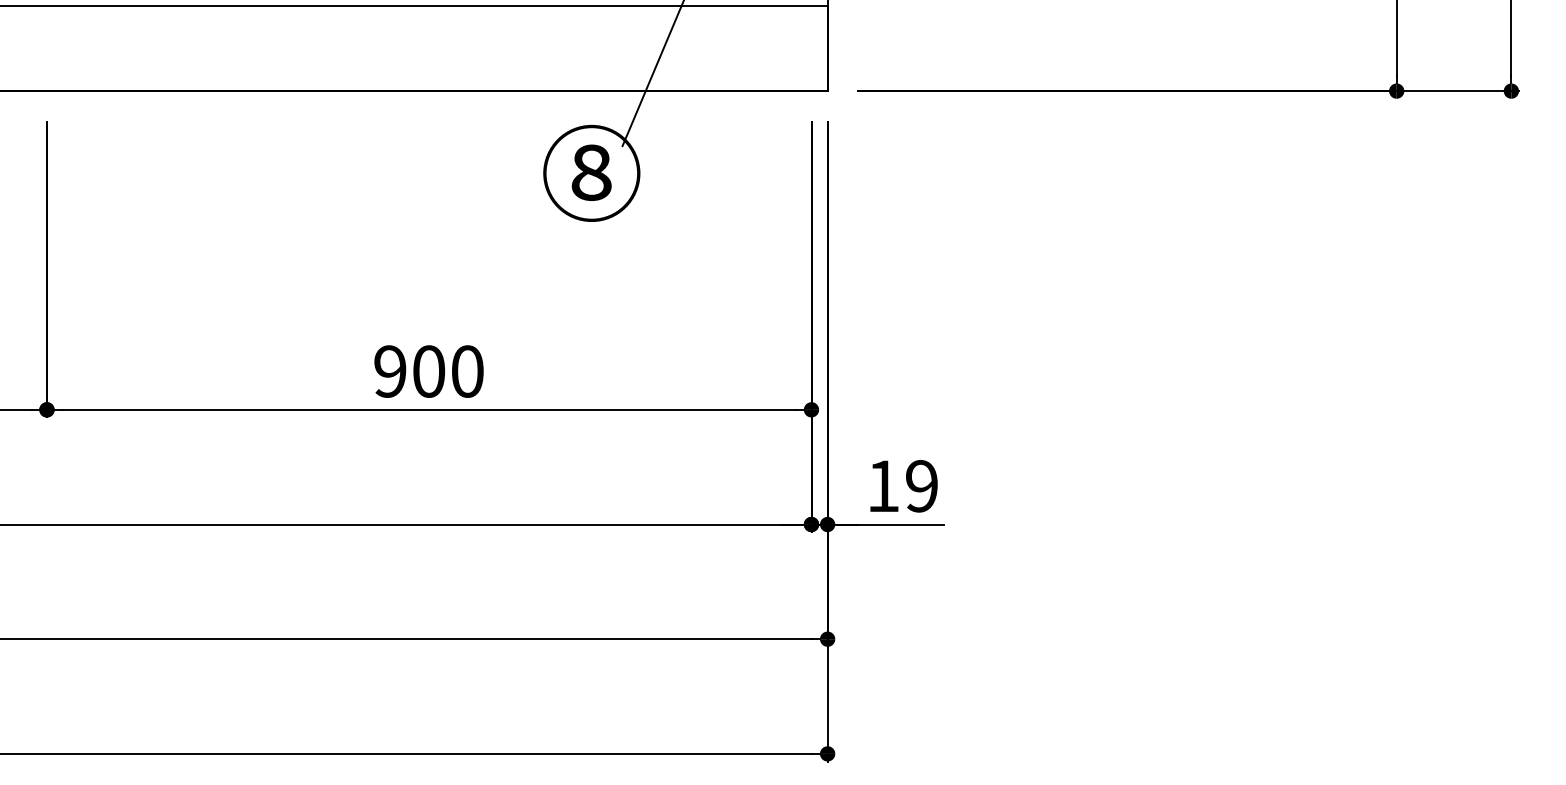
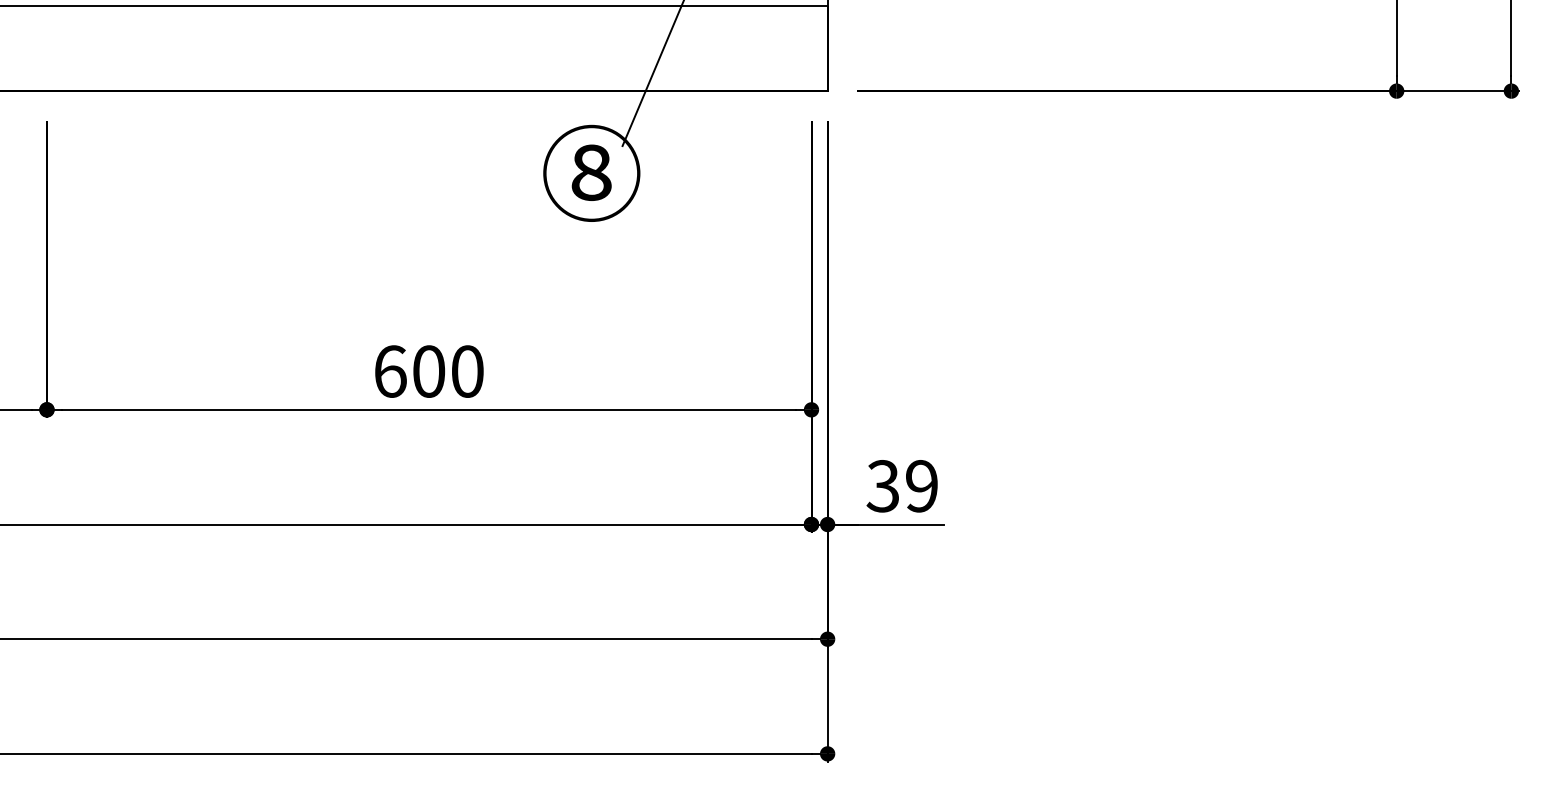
text at (390, 371): 900 -> 600
text at (882, 486): 19 -> 39
